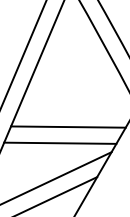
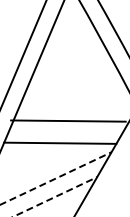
line at (68, 126) position: (68, 126) -> (68, 120)
line at (56, 178): solid -> dashed
line at (55, 197): solid -> dashed
